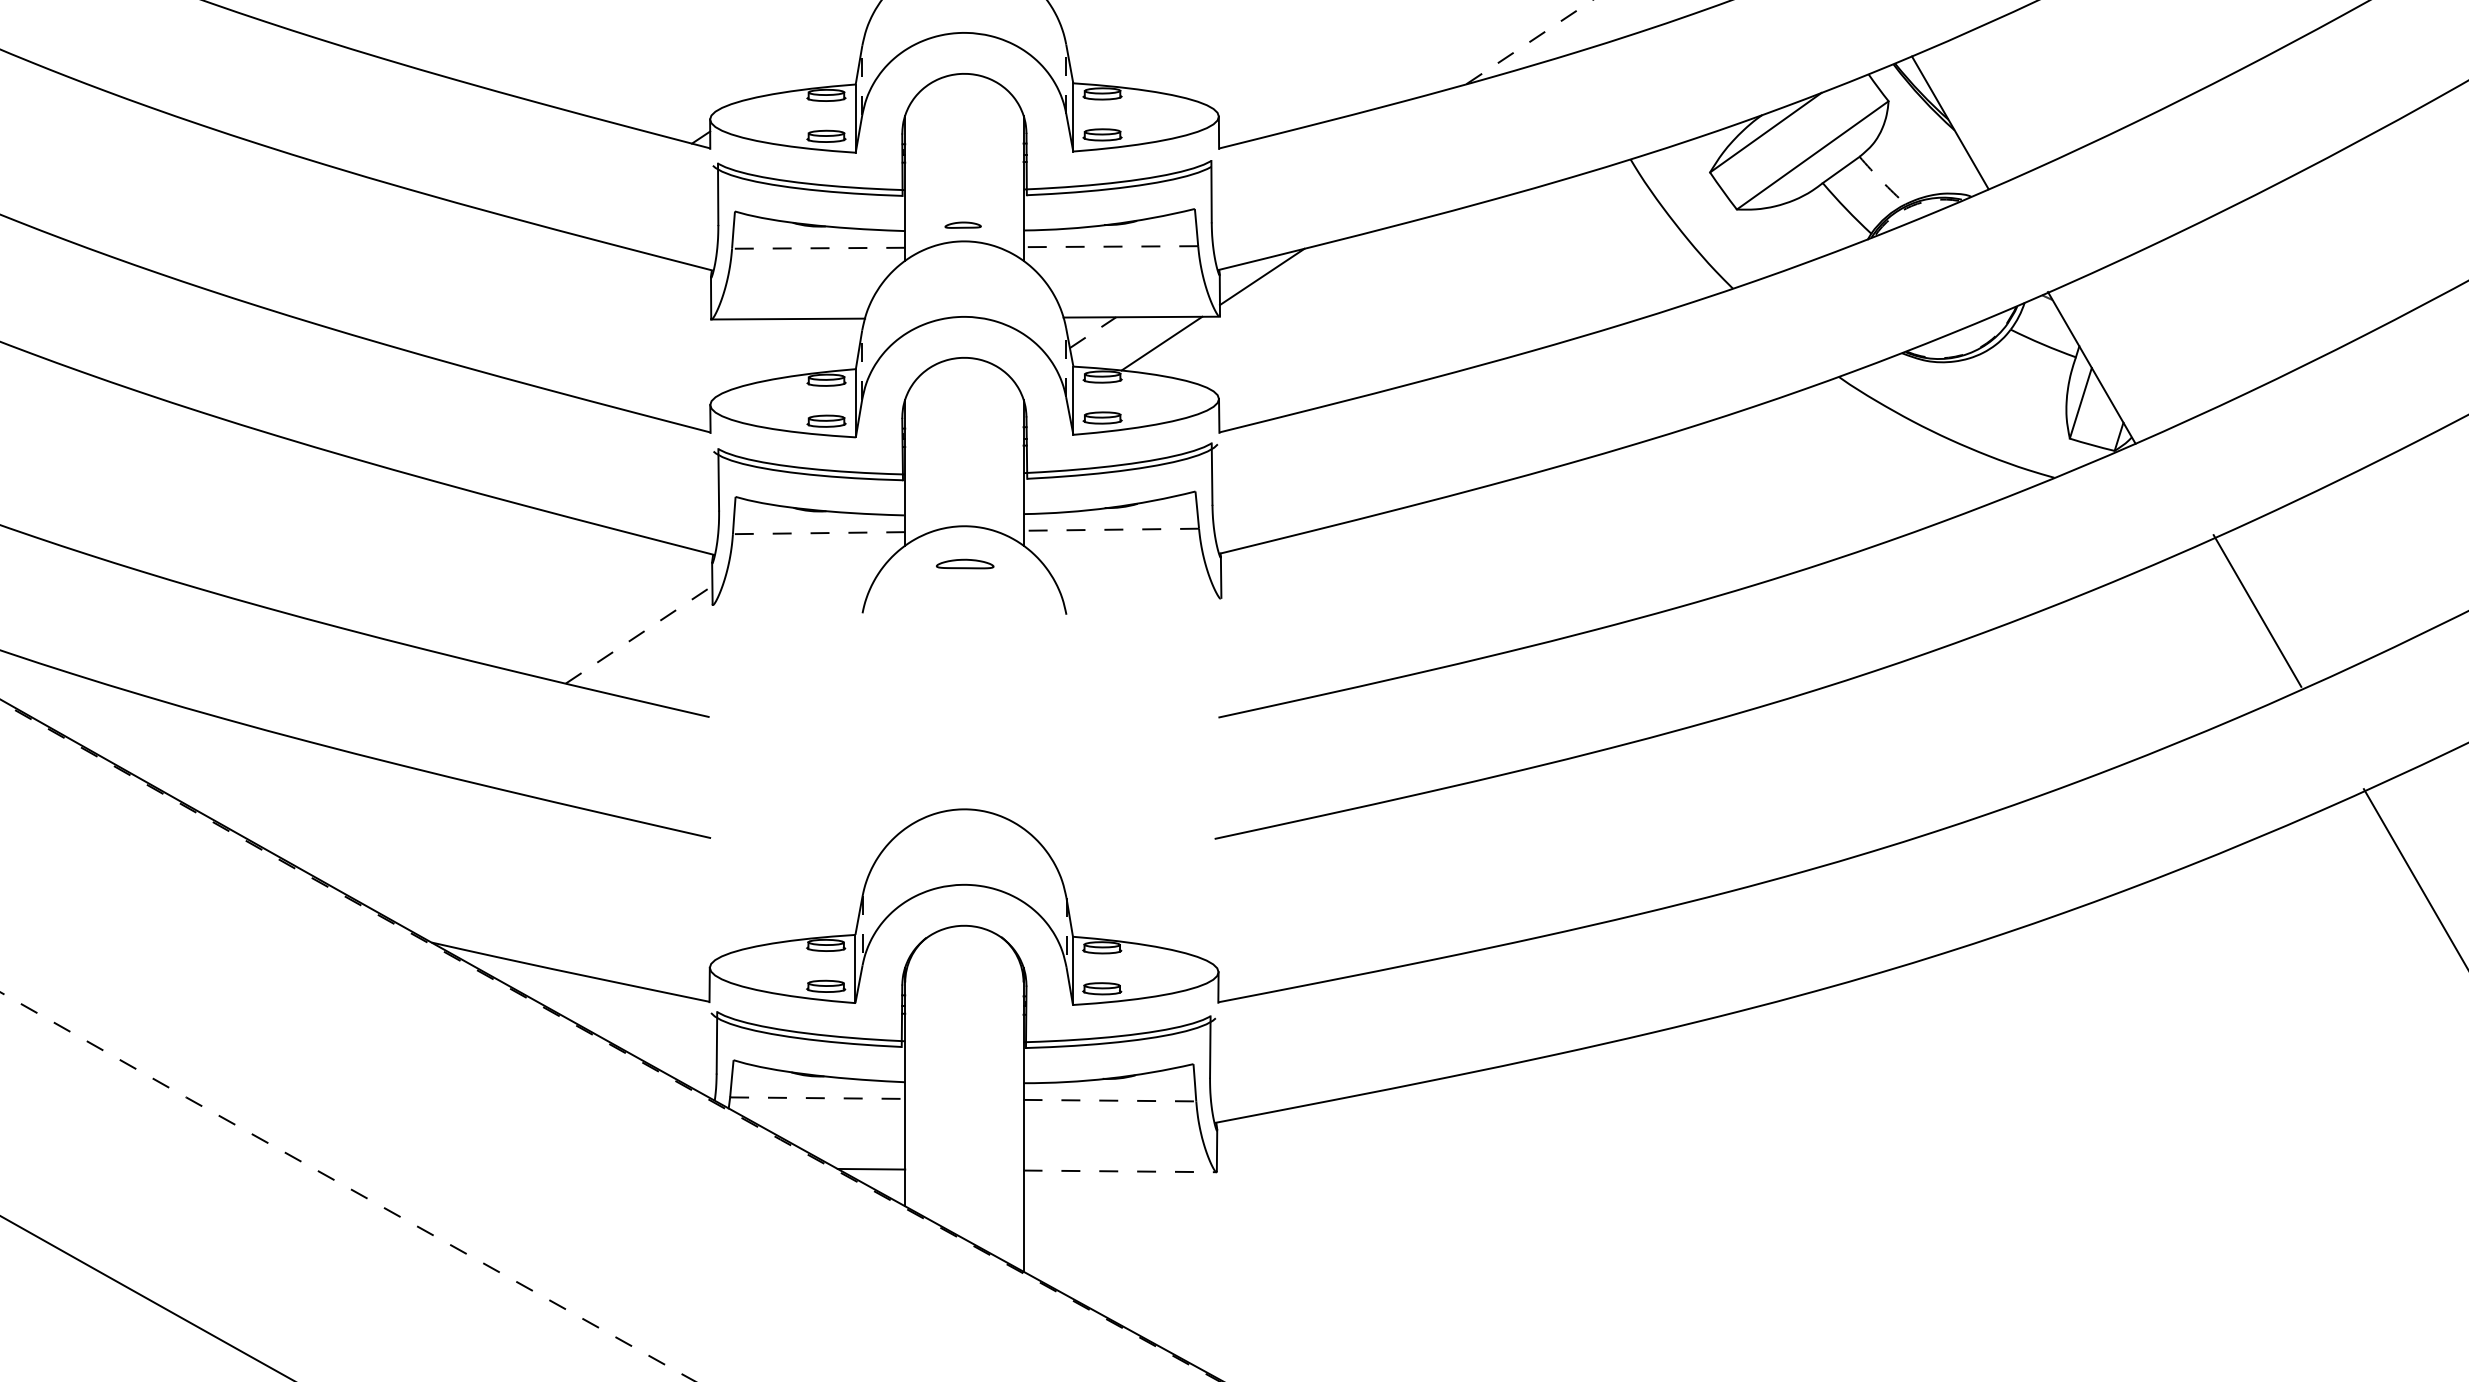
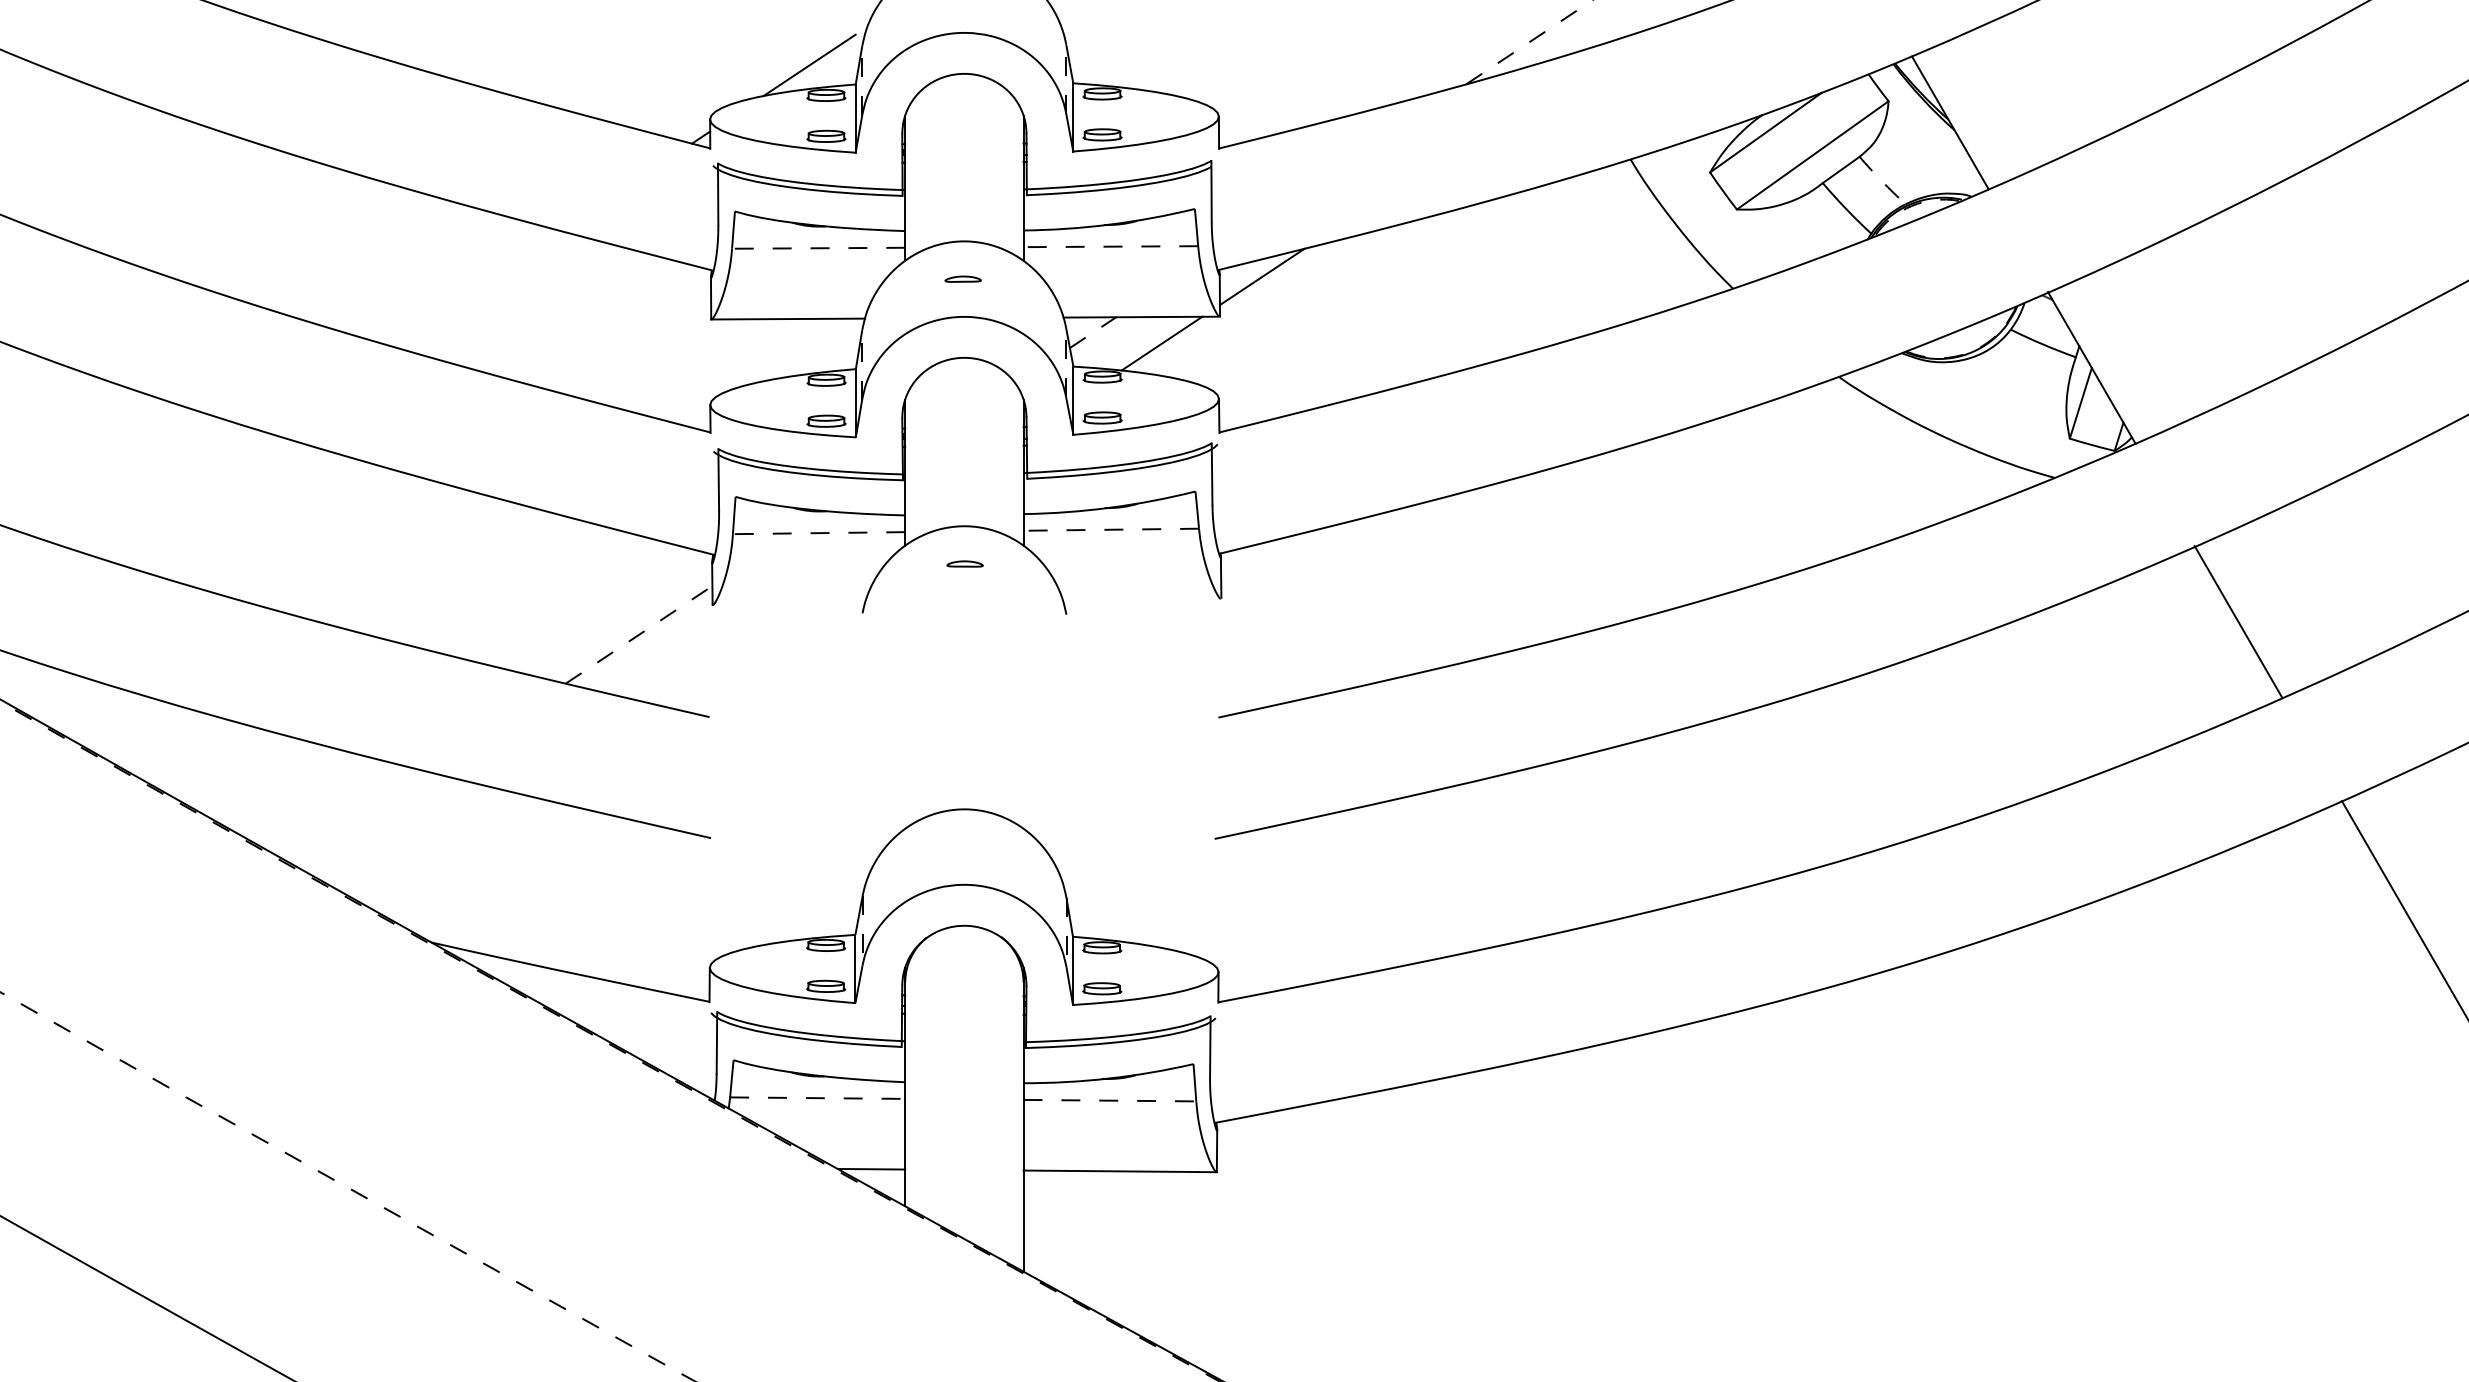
line at (809, 64): none -> present
part at (962, 224) position: (962, 224) -> (962, 278)
part at (965, 563) size: 59x12 px -> 38x8 px
line at (2257, 610) position: (2257, 610) -> (2238, 621)
line at (2414, 877) position: (2414, 877) -> (2403, 908)
line at (1120, 1171): dashed -> solid
